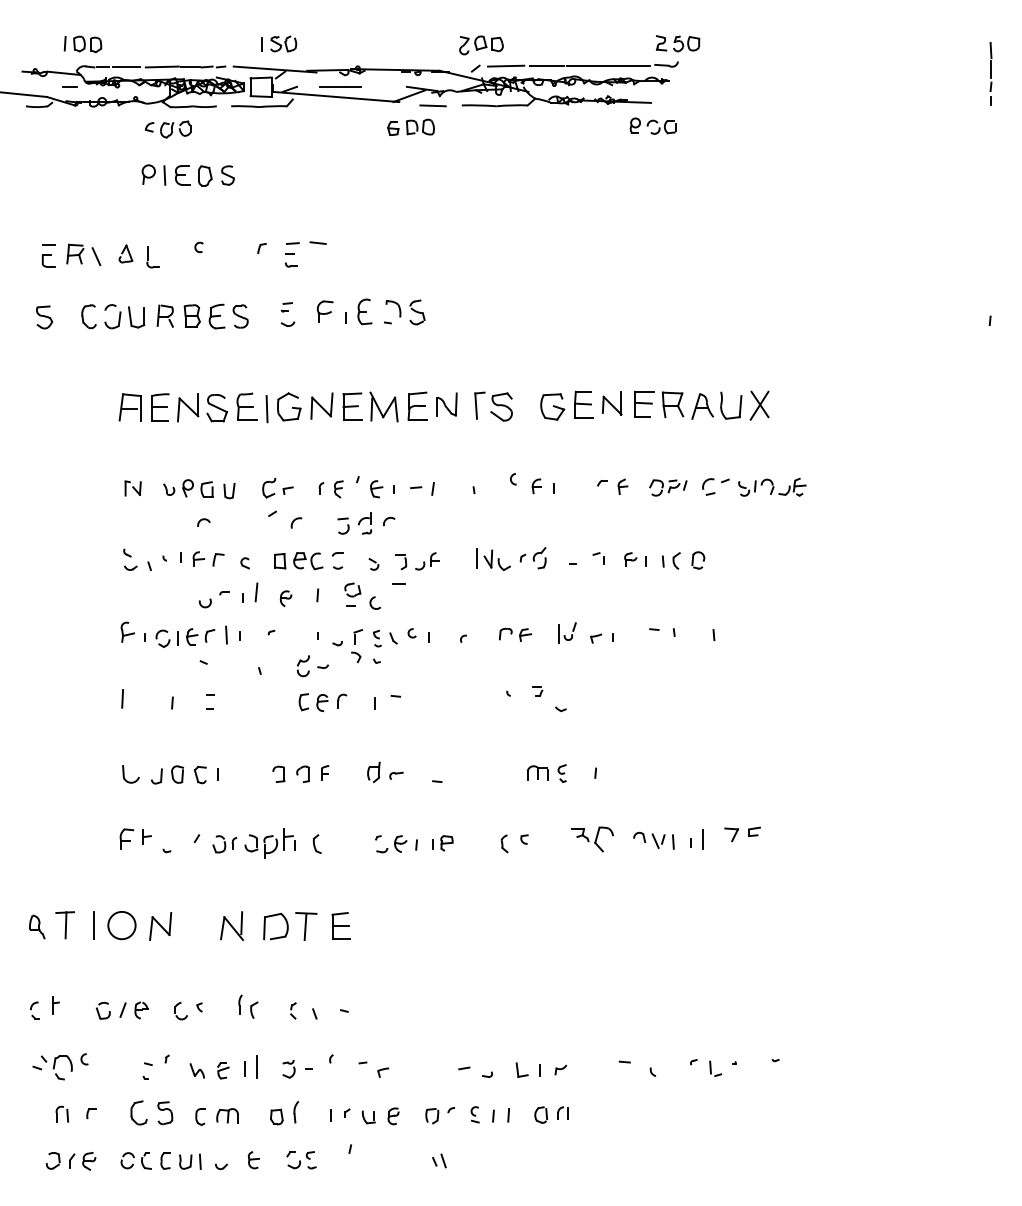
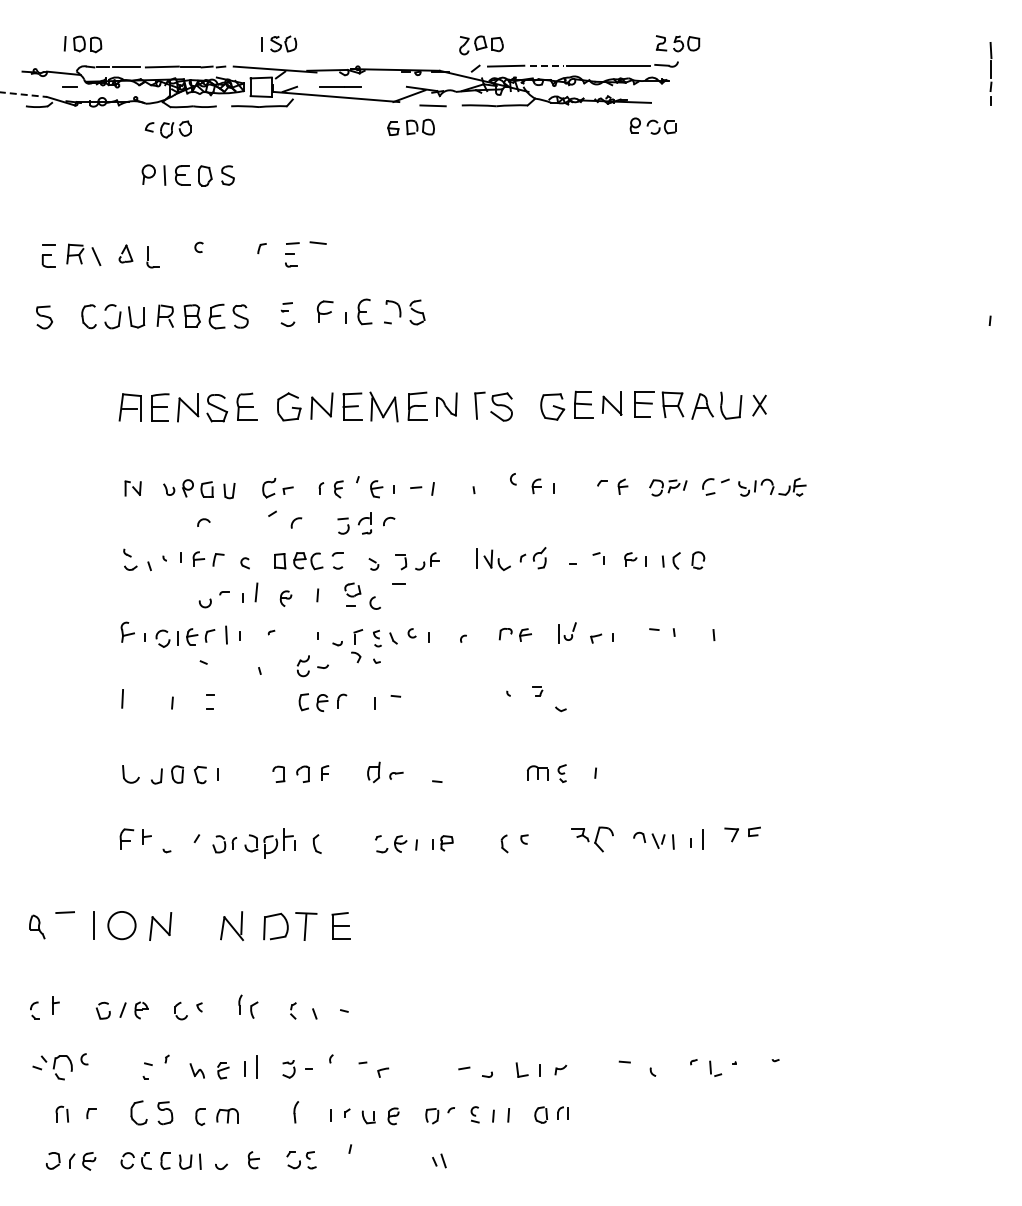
line at (547, 65): solid -> dashed
line at (24, 94): solid -> dashed
part at (759, 405) size: 21x31 px -> 15x23 px
line at (266, 409): present -> none
line at (65, 925): present -> none
part at (276, 1116): present -> none
